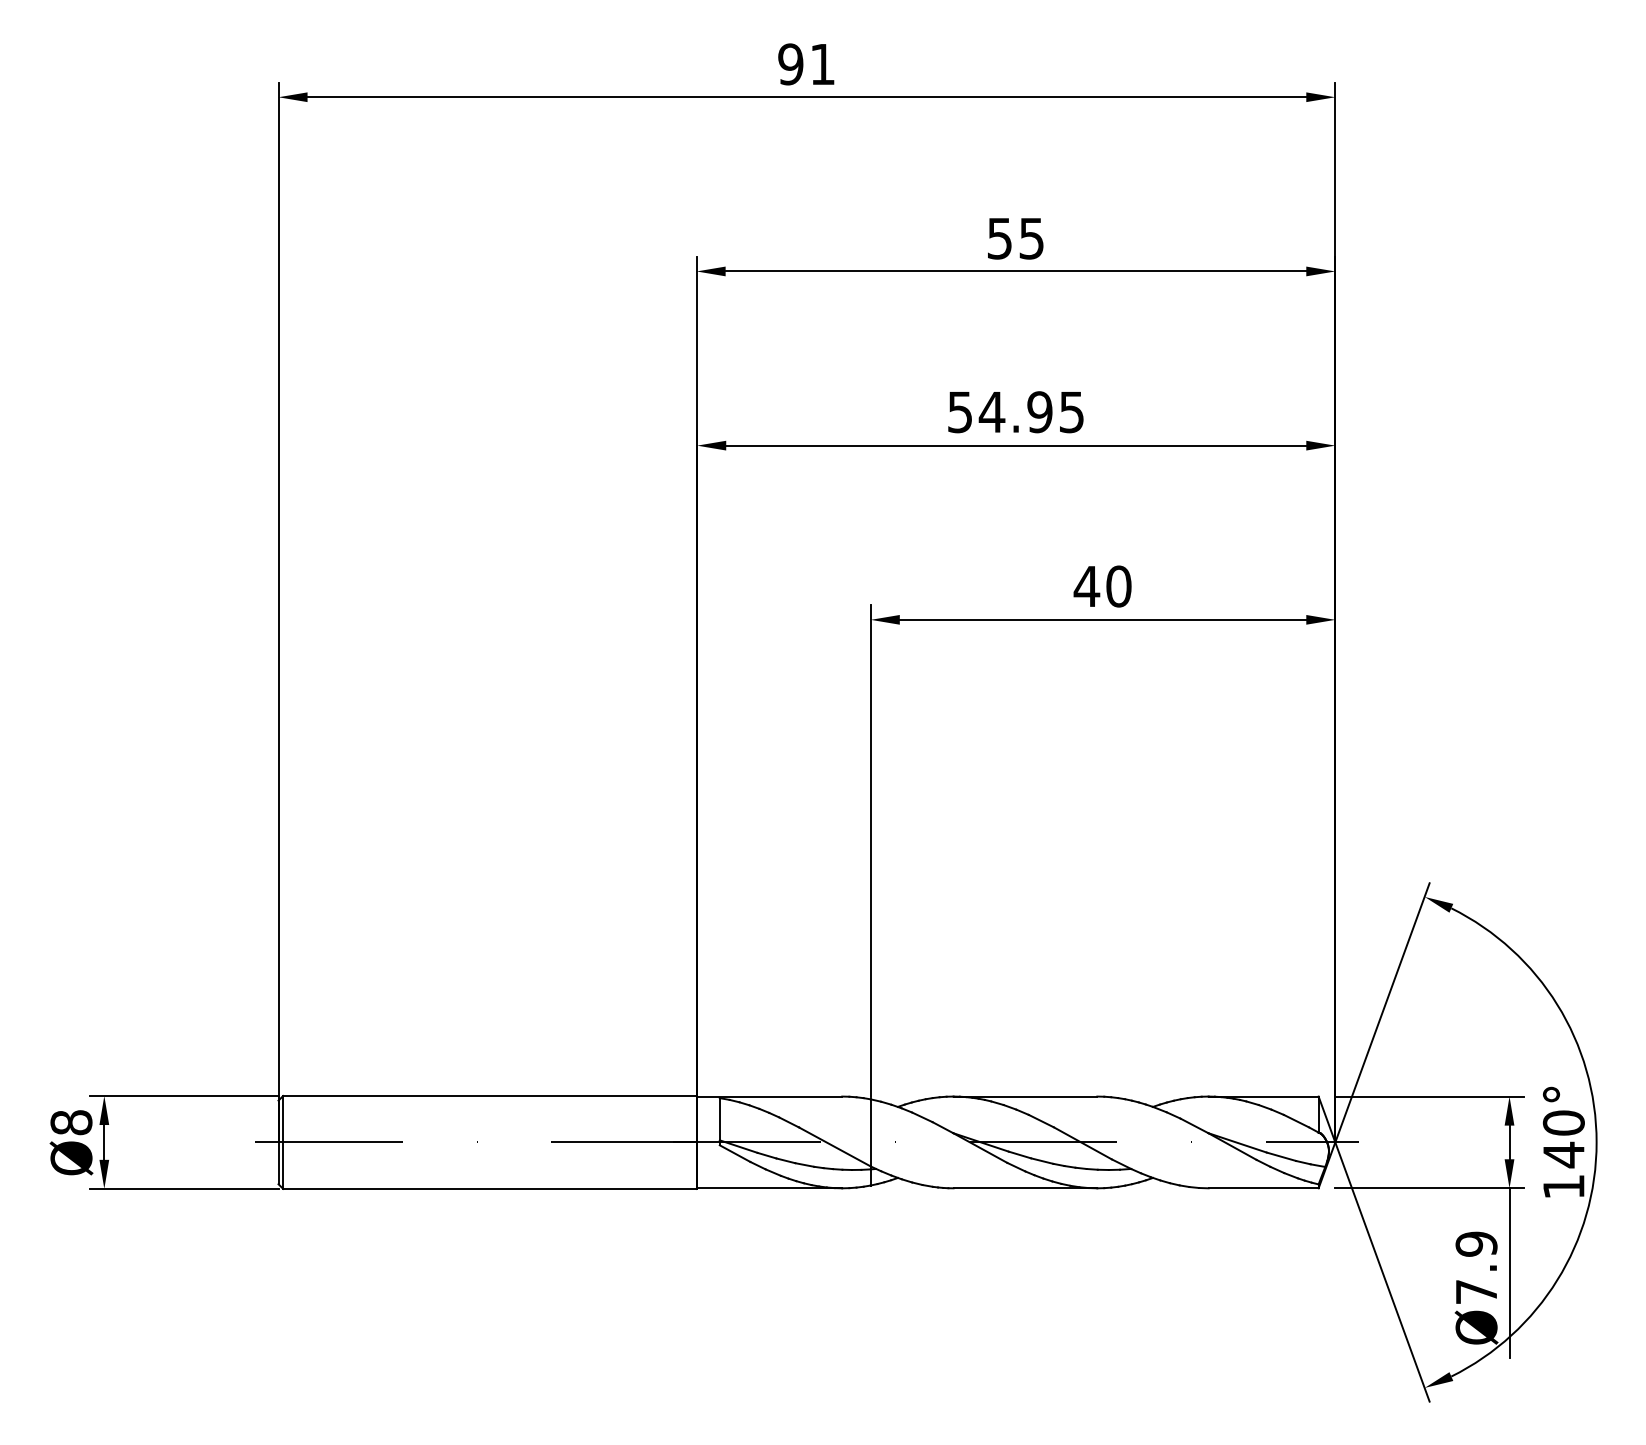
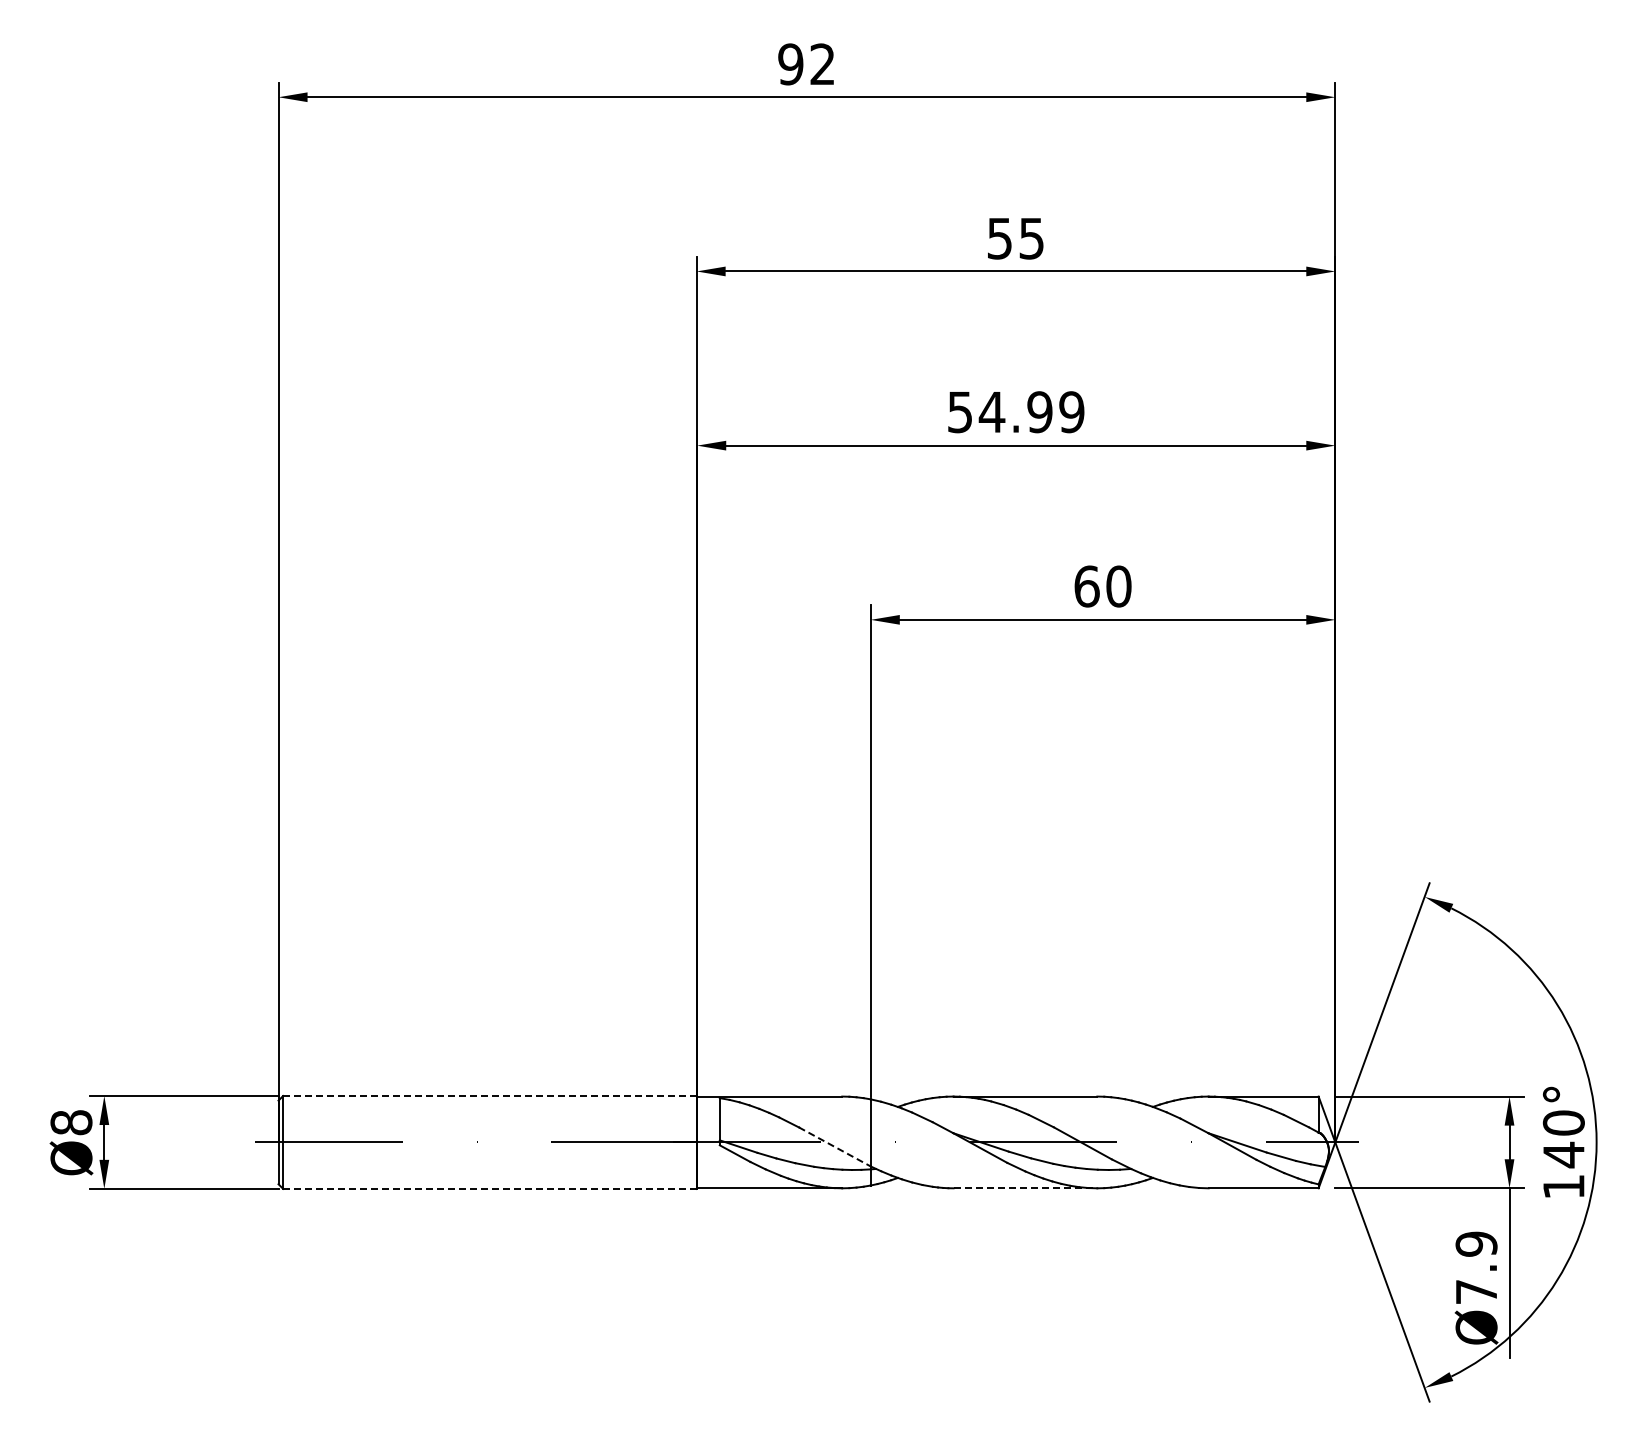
text at (822, 63): 91 -> 92
text at (1071, 411): 54.95 -> 54.99
text at (1086, 586): 40 -> 60
line at (489, 1095): solid -> dashed
line at (834, 1146): solid -> dashed
line at (489, 1188): solid -> dashed
line at (1025, 1188): solid -> dashed
